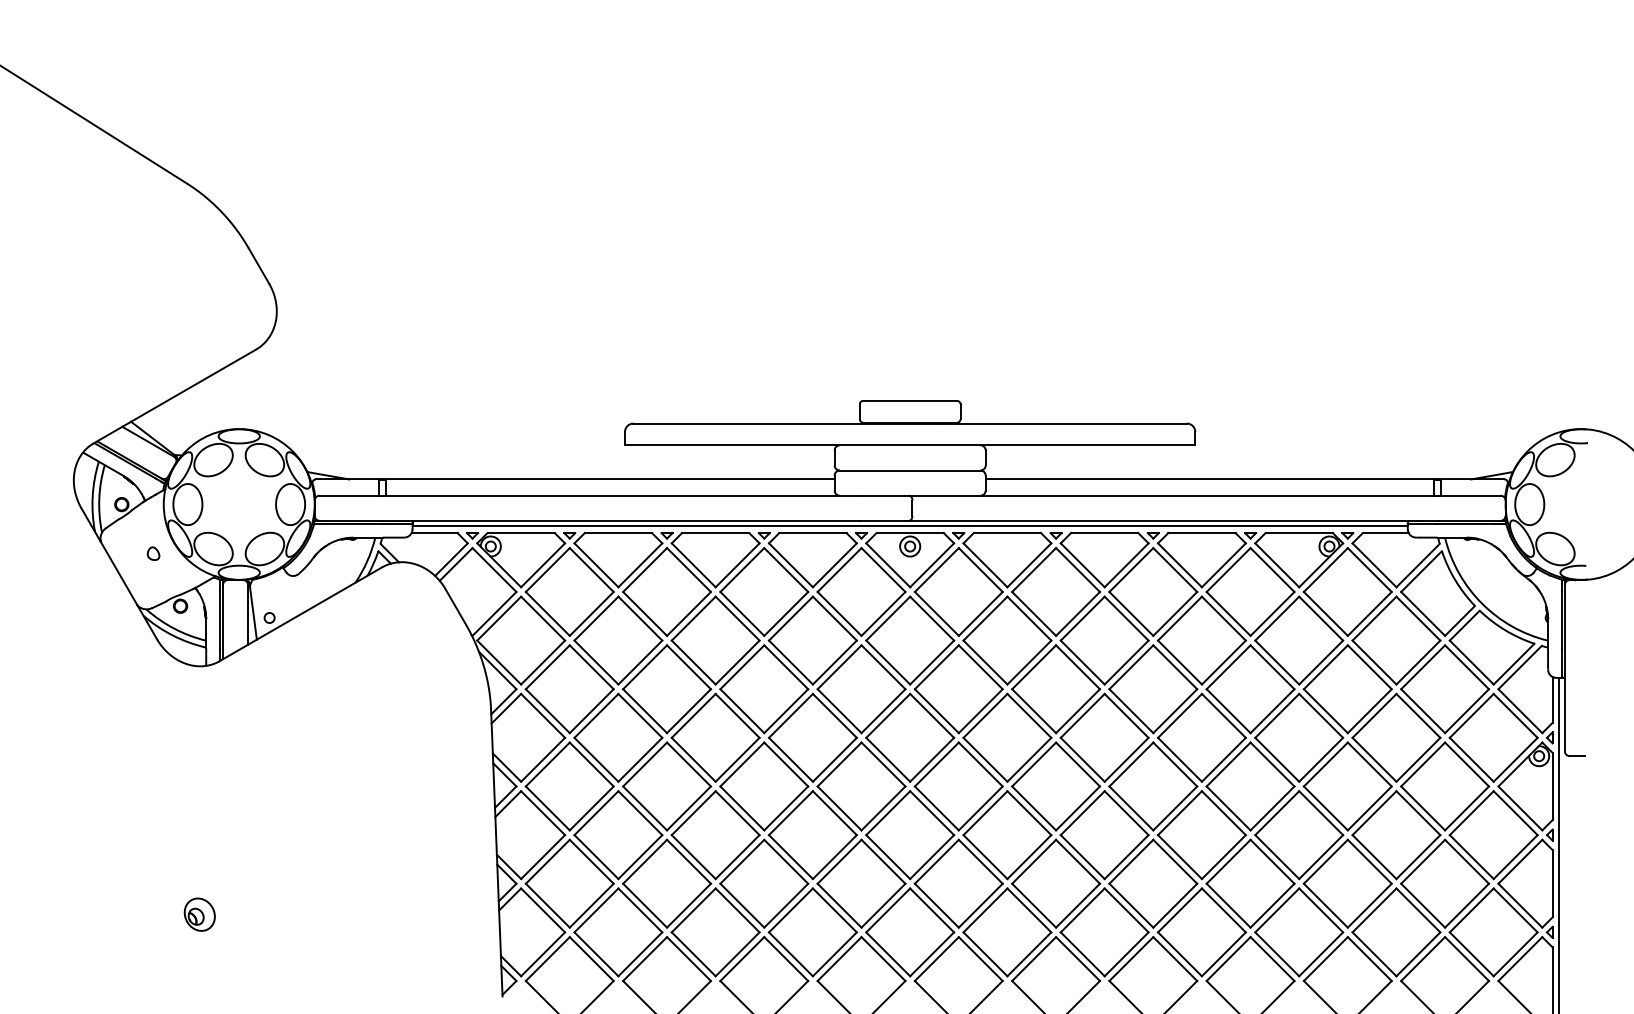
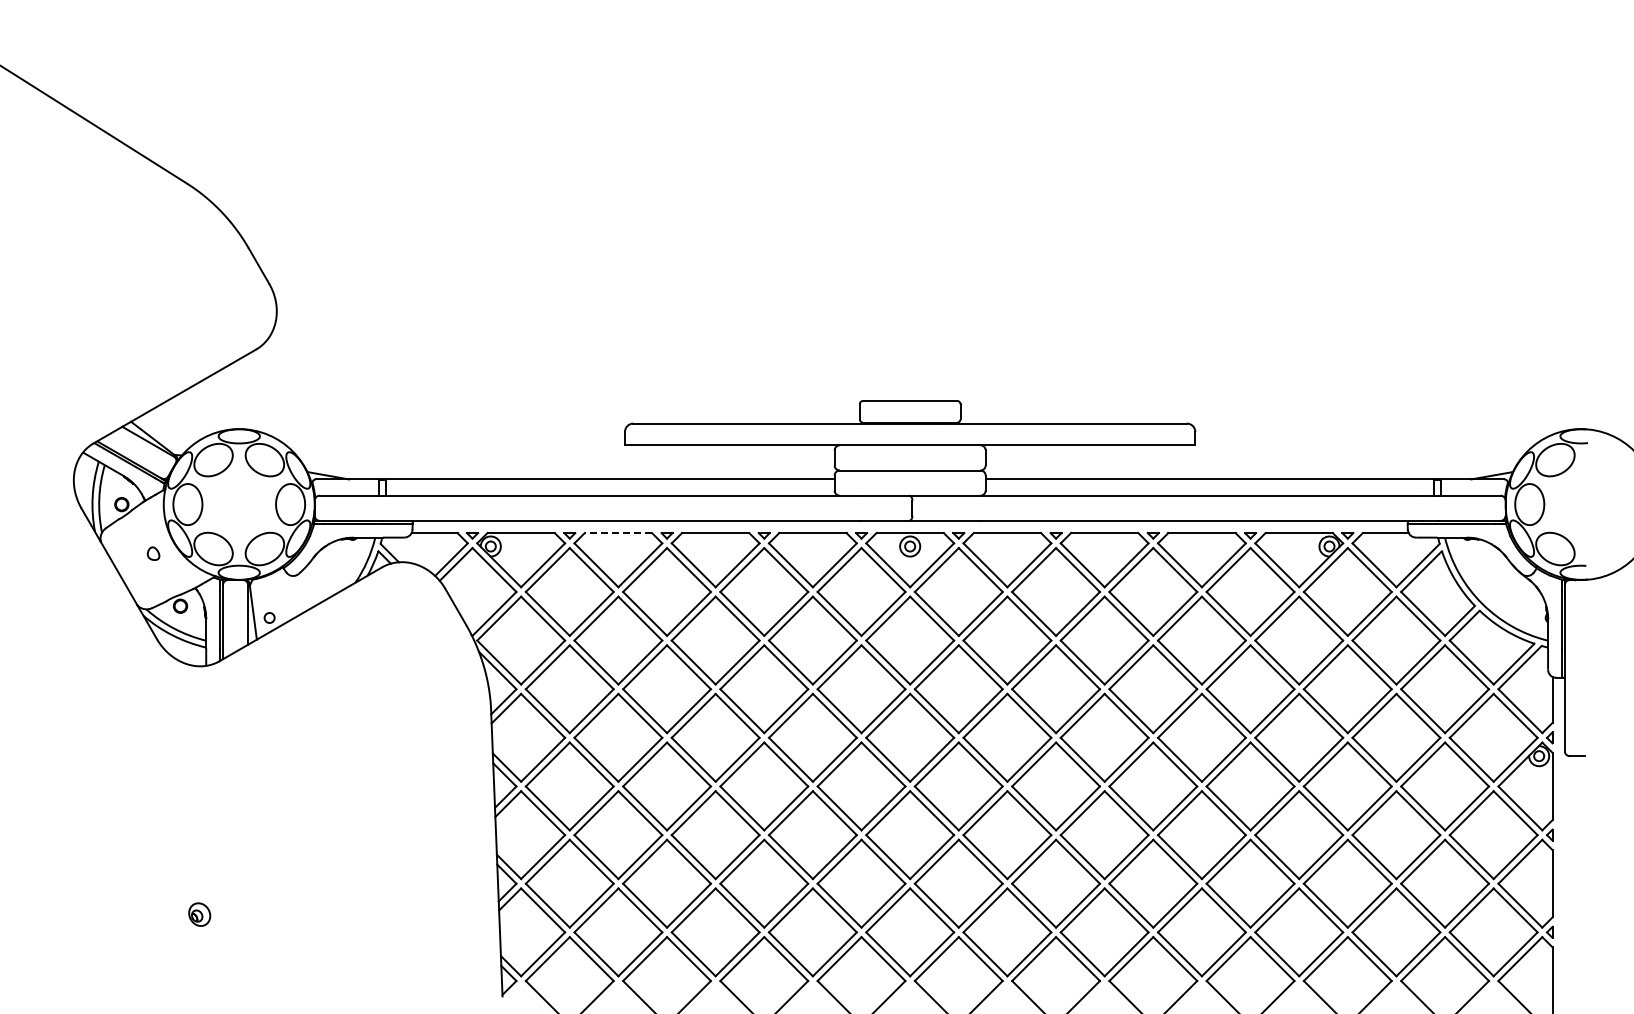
line at (909, 526): present -> none
line at (618, 533): solid -> dashed
line at (1559, 843): present -> none
part at (199, 914) size: 33x35 px -> 24x25 px
